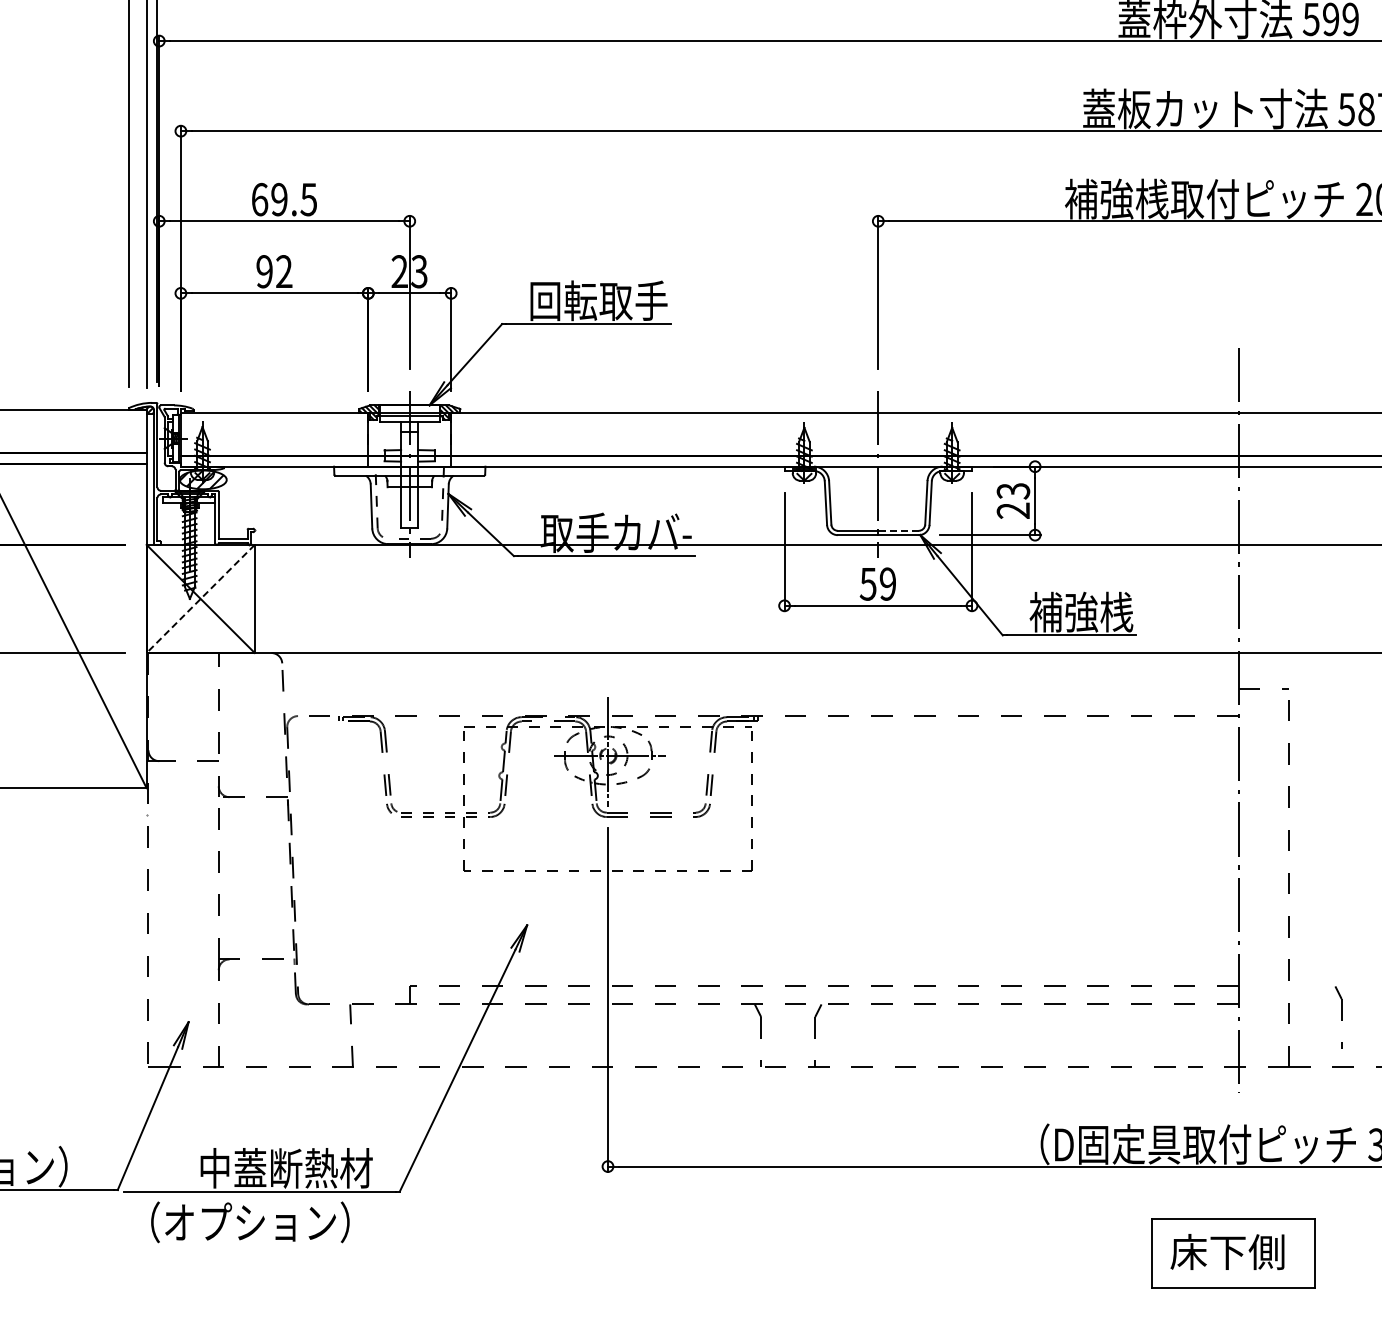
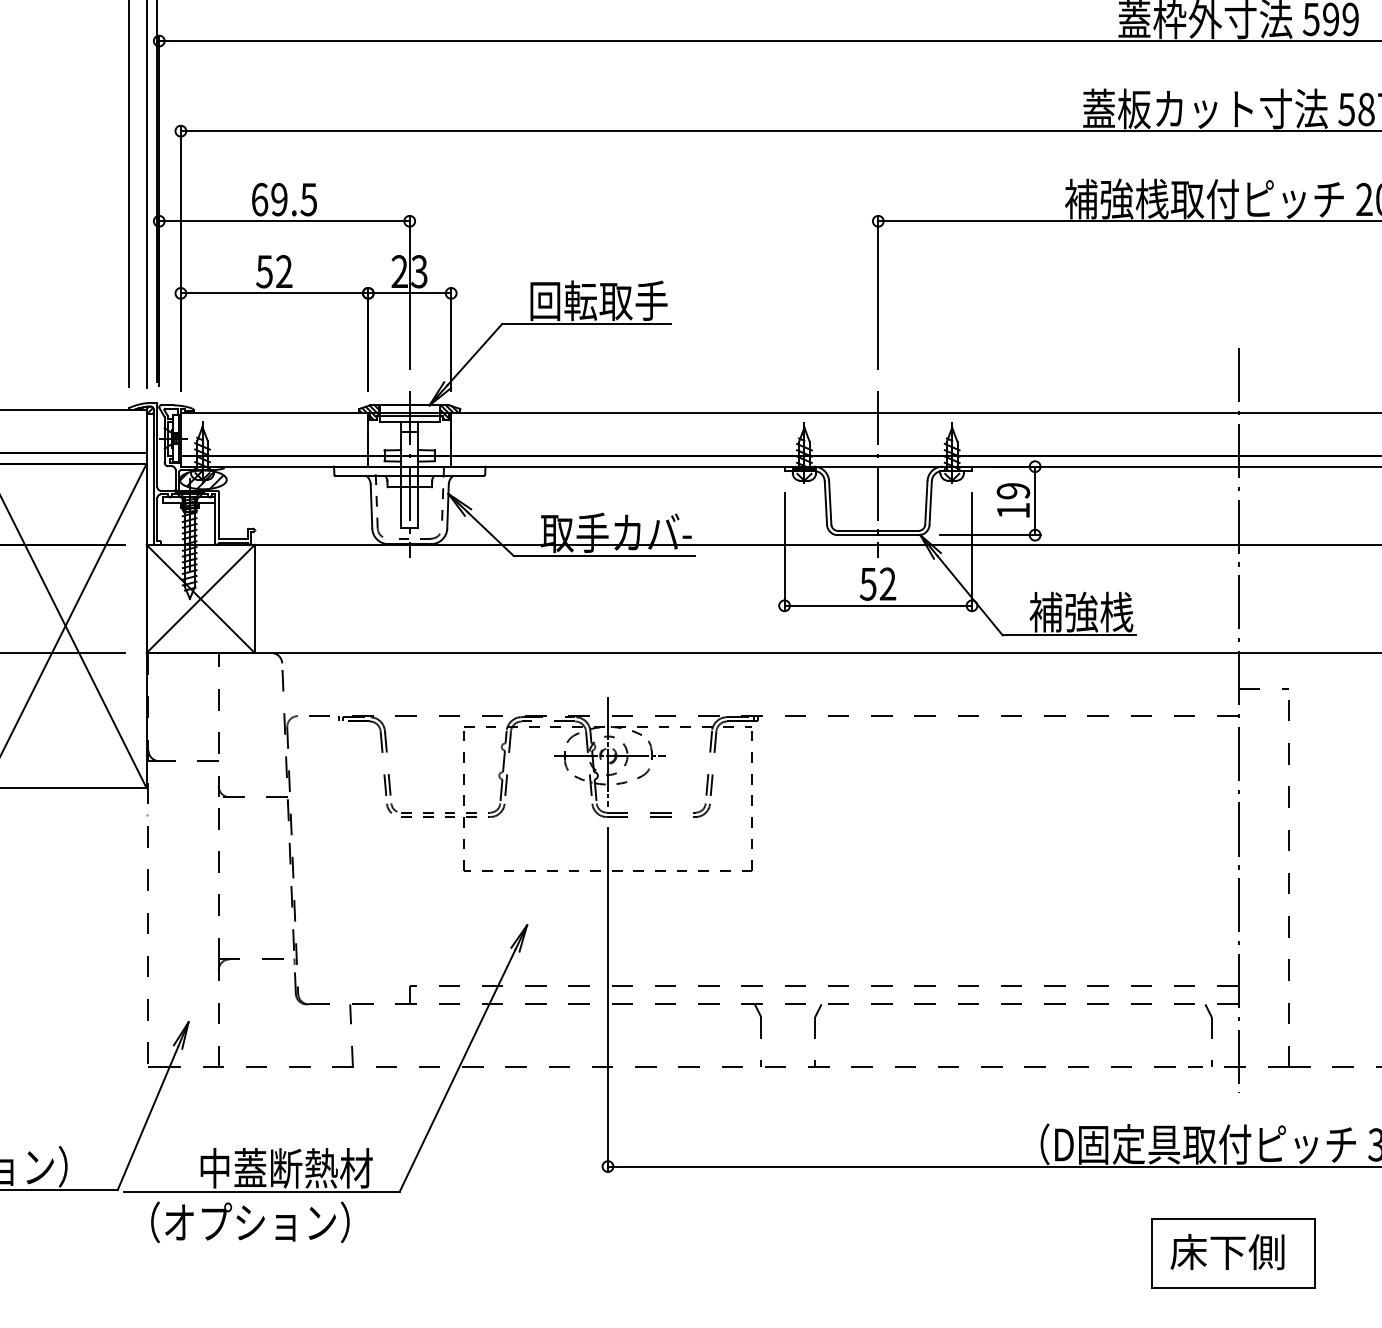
text at (264, 271): 92 -> 52
text at (1013, 500): 23 -> 19
line at (898, 530): dashed -> solid
text at (887, 584): 59 -> 52
line at (200, 599): dashed -> solid
line at (74, 607): none -> present
part at (1338, 1017) position: (1338, 1017) -> (1208, 1035)
